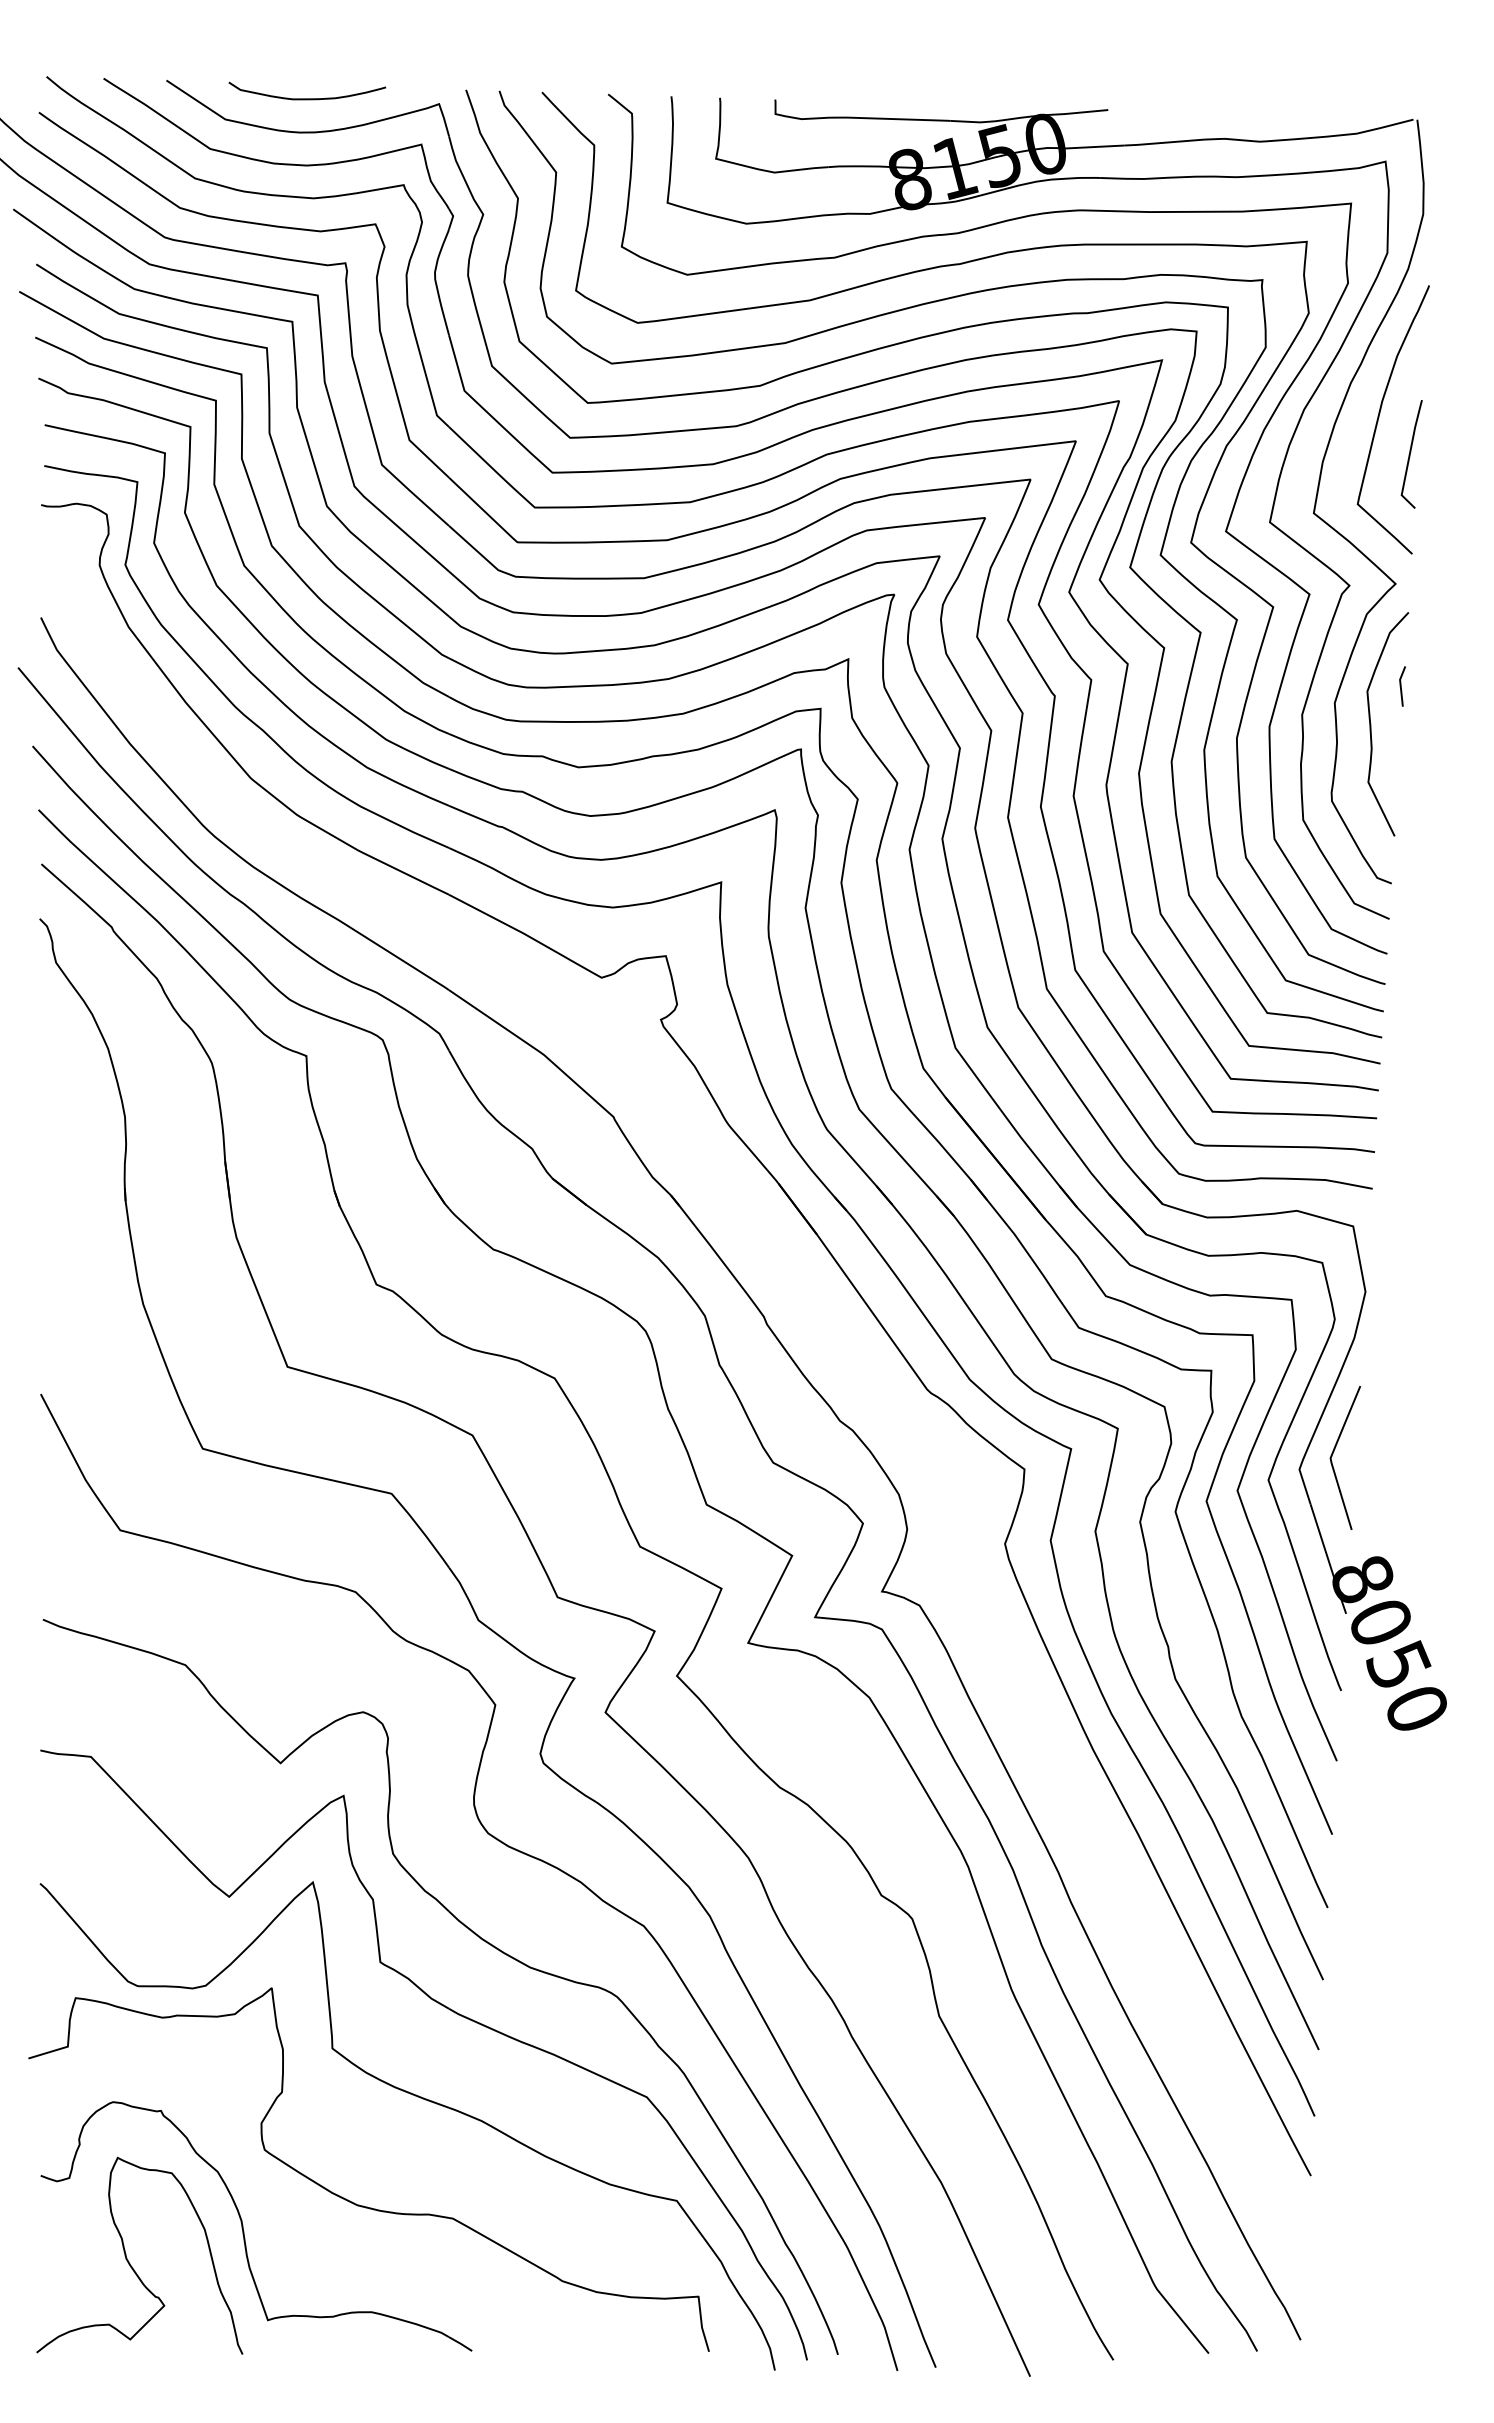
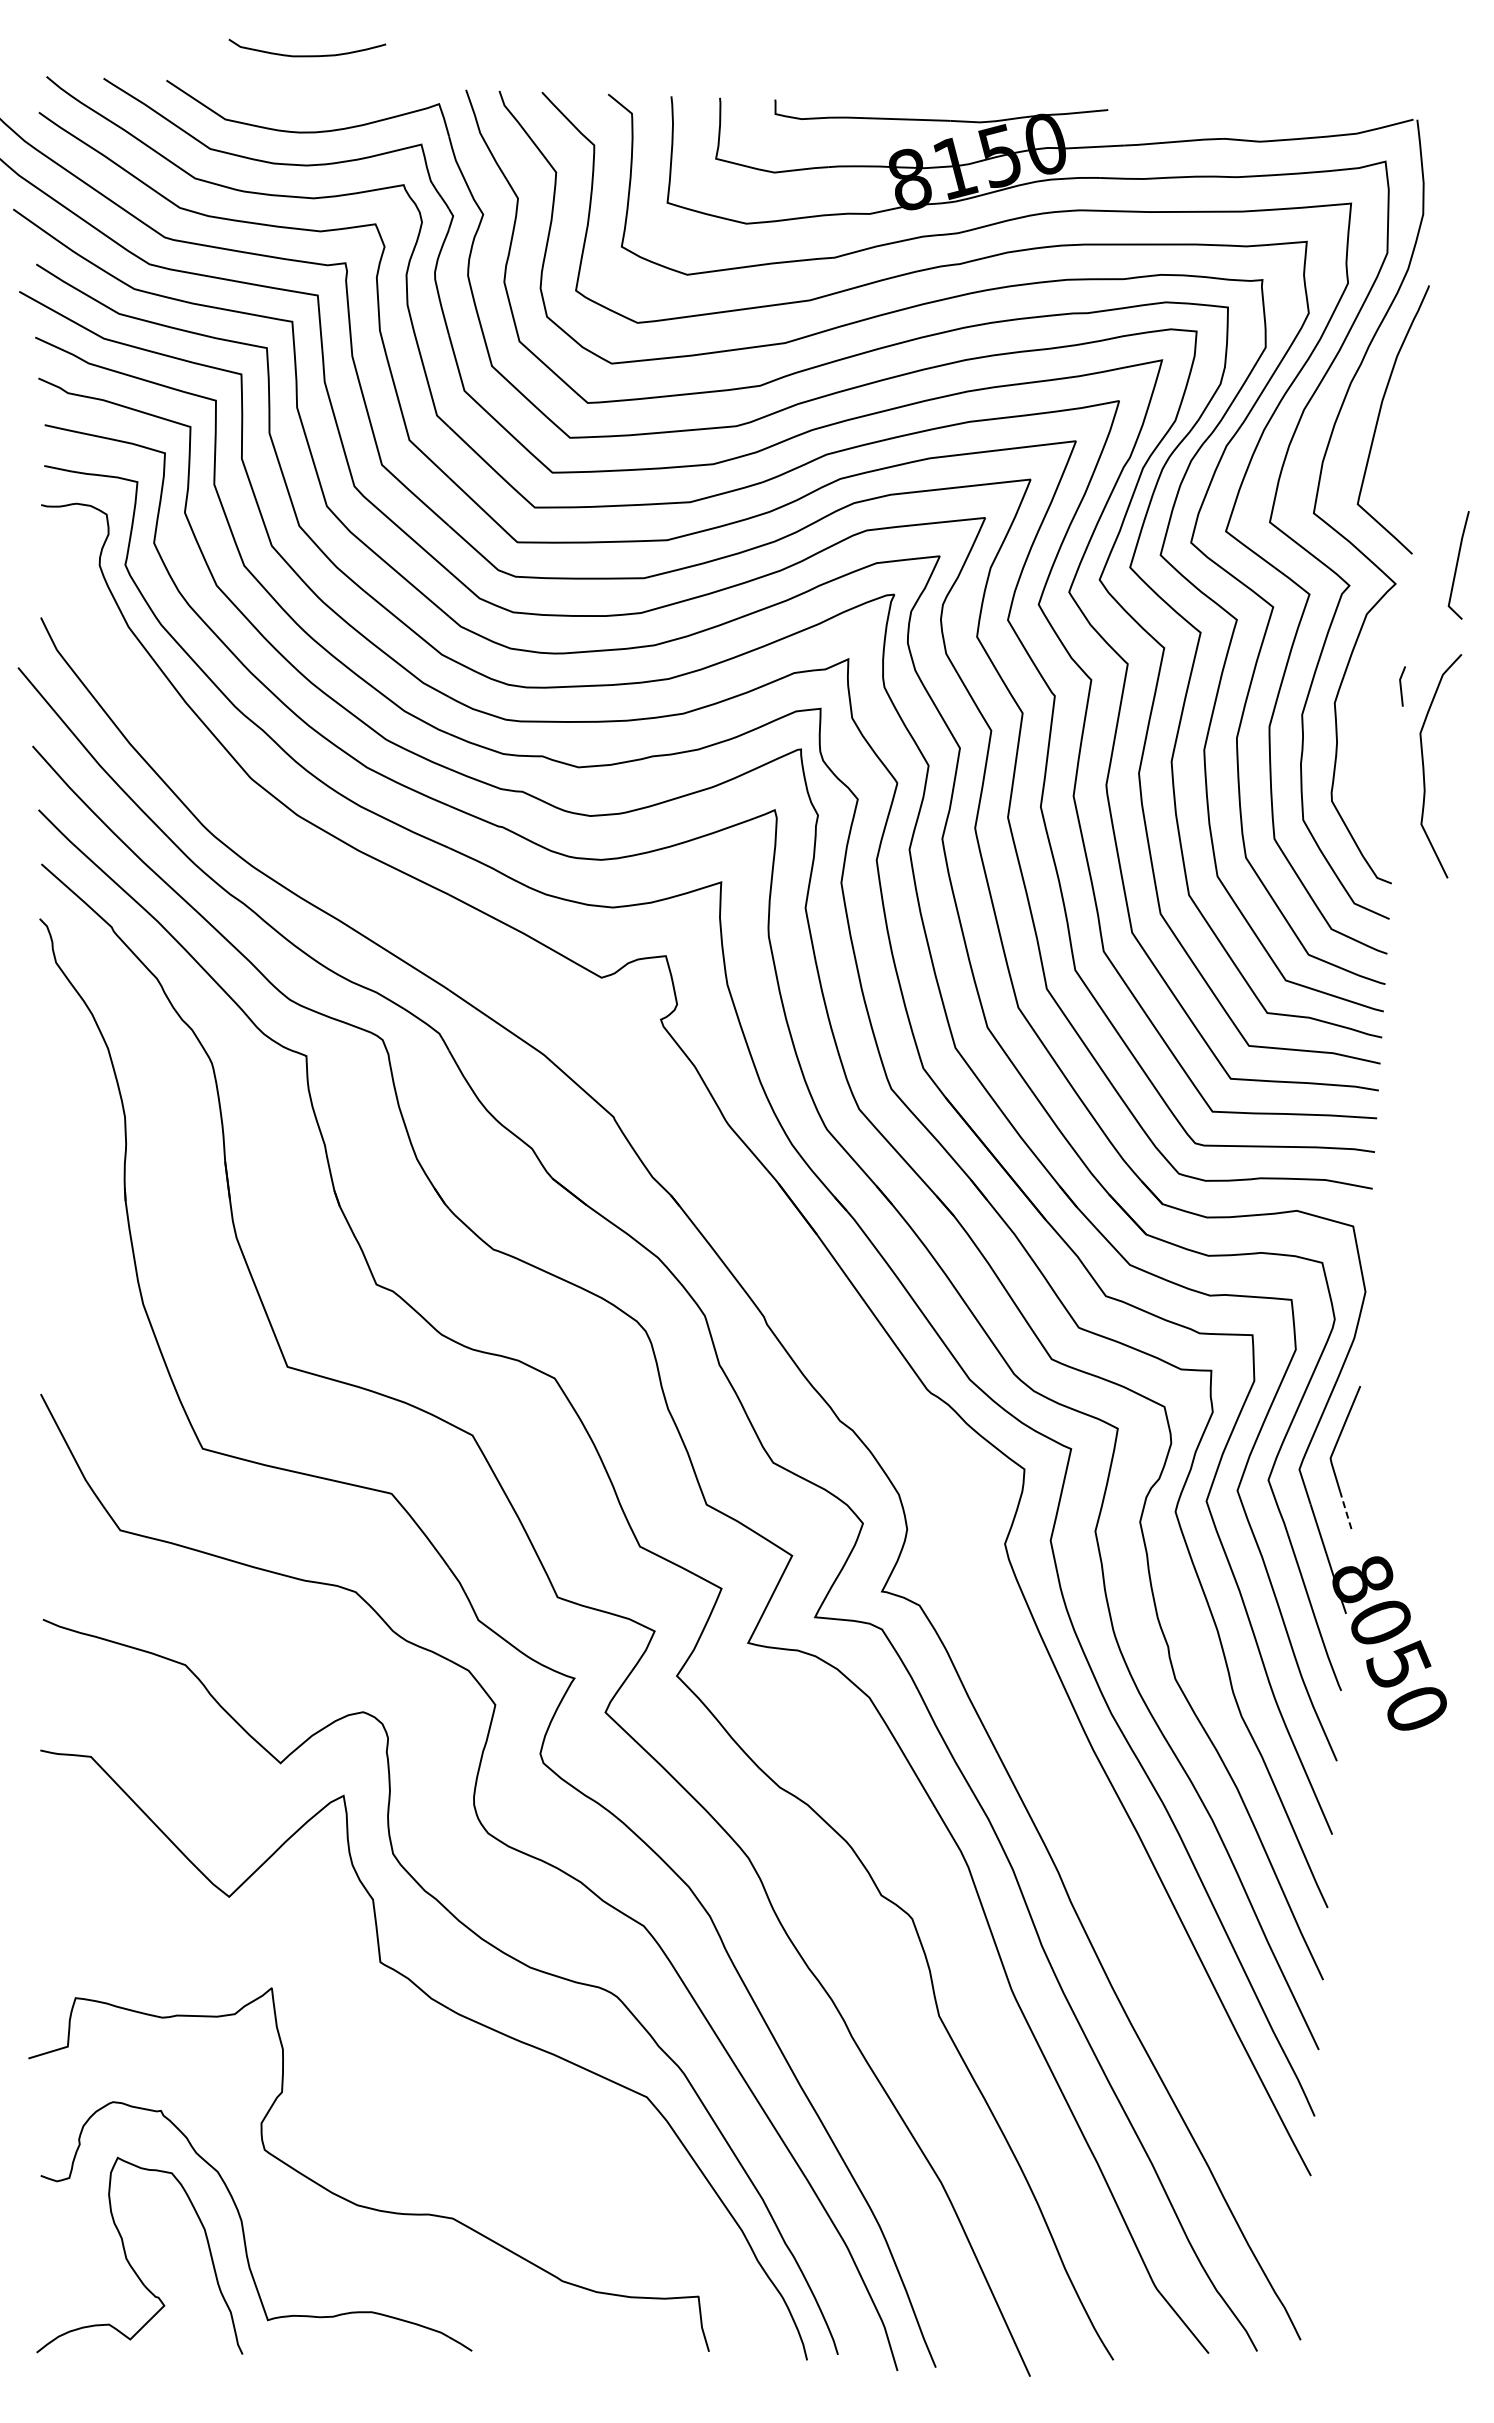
curve at (307, 98) position: (307, 98) -> (307, 55)
line at (1410, 454) position: (1410, 454) -> (1457, 565)
curve at (1371, 724) position: (1371, 724) -> (1424, 766)
line at (1345, 1510): solid -> dashed
part at (417, 2097): present -> none
